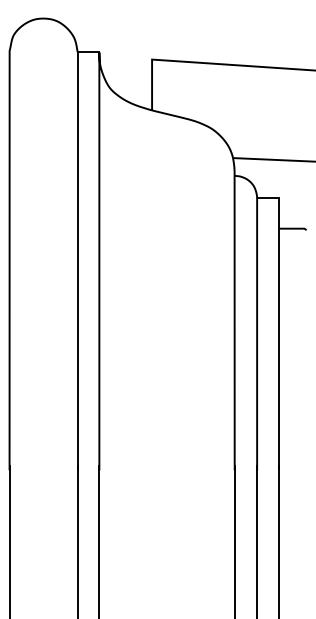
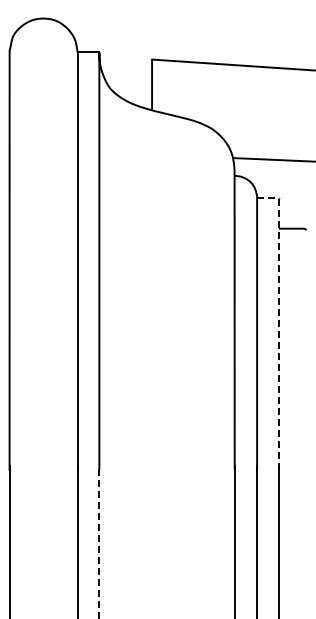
line at (278, 322): solid -> dashed
line at (99, 541): solid -> dashed
